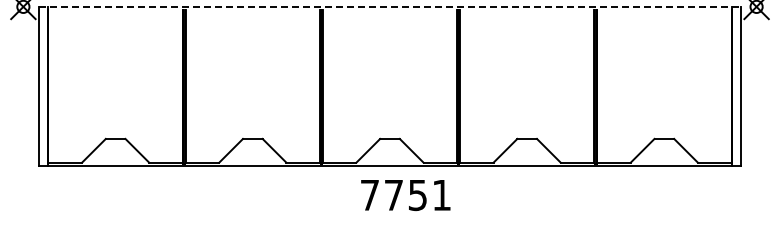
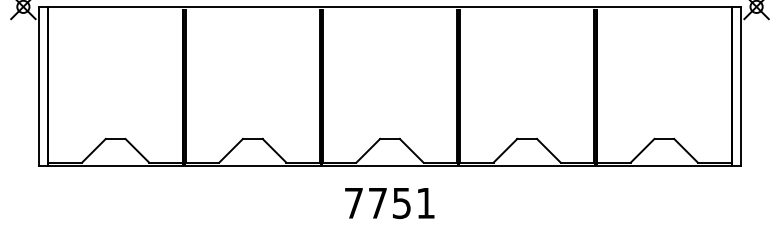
line at (390, 6): dashed -> solid
text at (405, 195) position: (405, 195) -> (389, 203)
